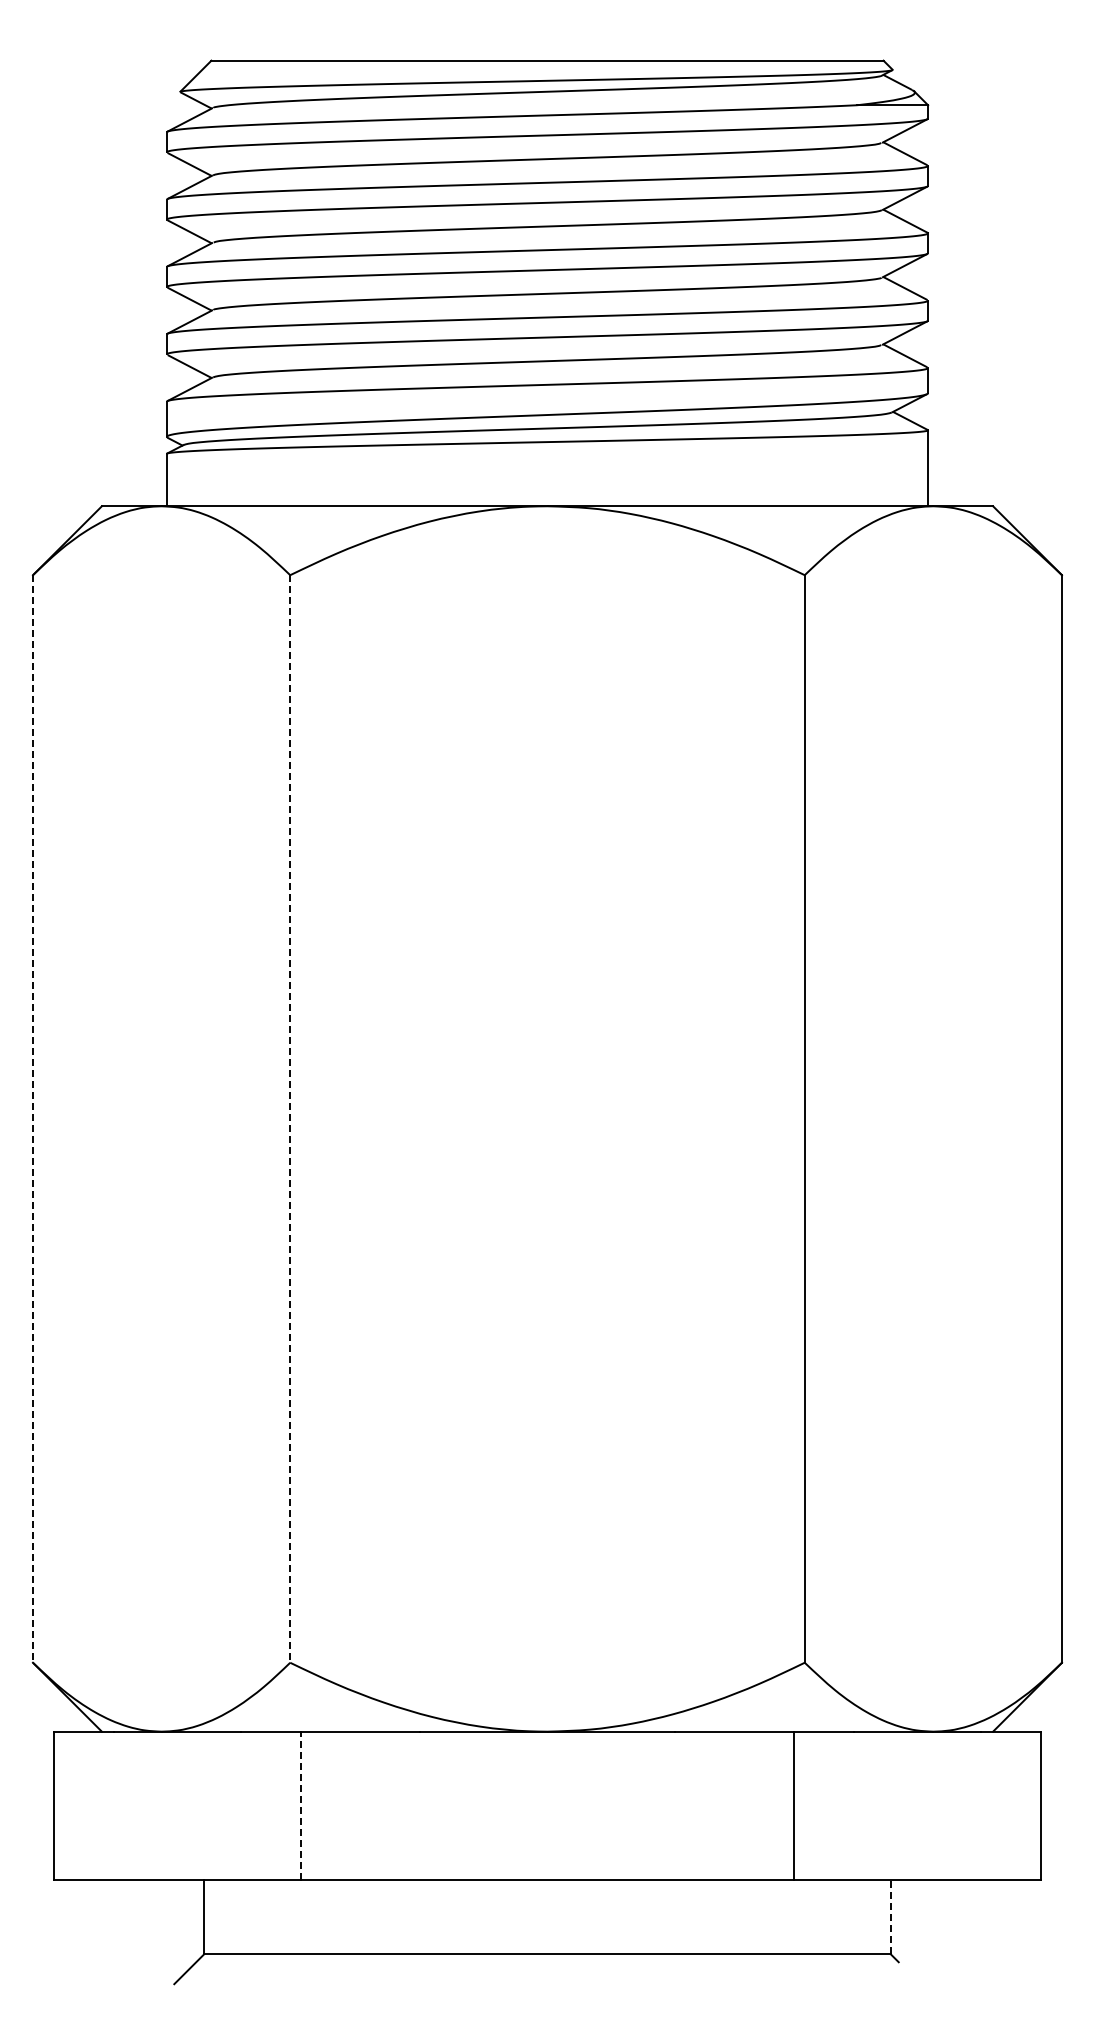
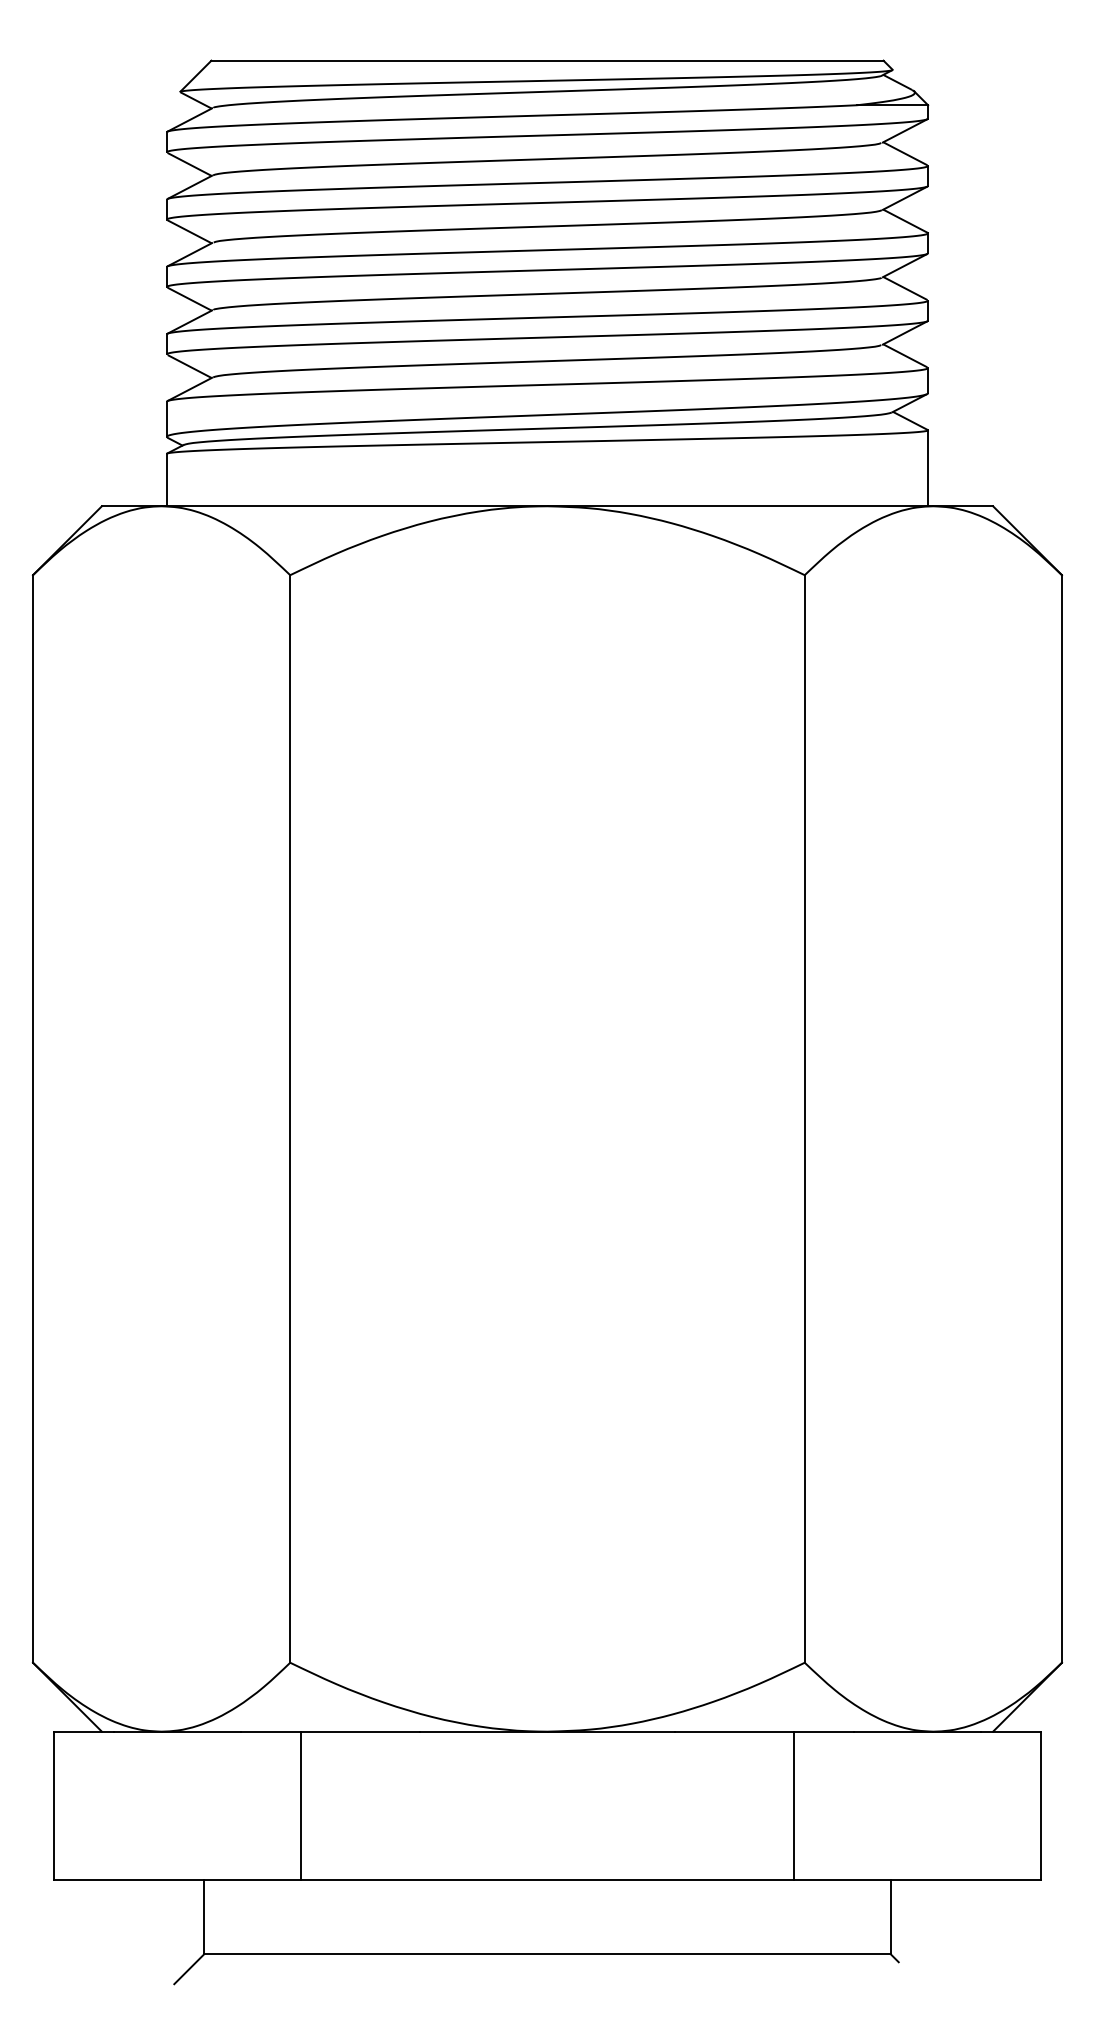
line at (32, 1118): dashed -> solid
line at (290, 1118): dashed -> solid
line at (300, 1805): dashed -> solid
line at (890, 1916): dashed -> solid
